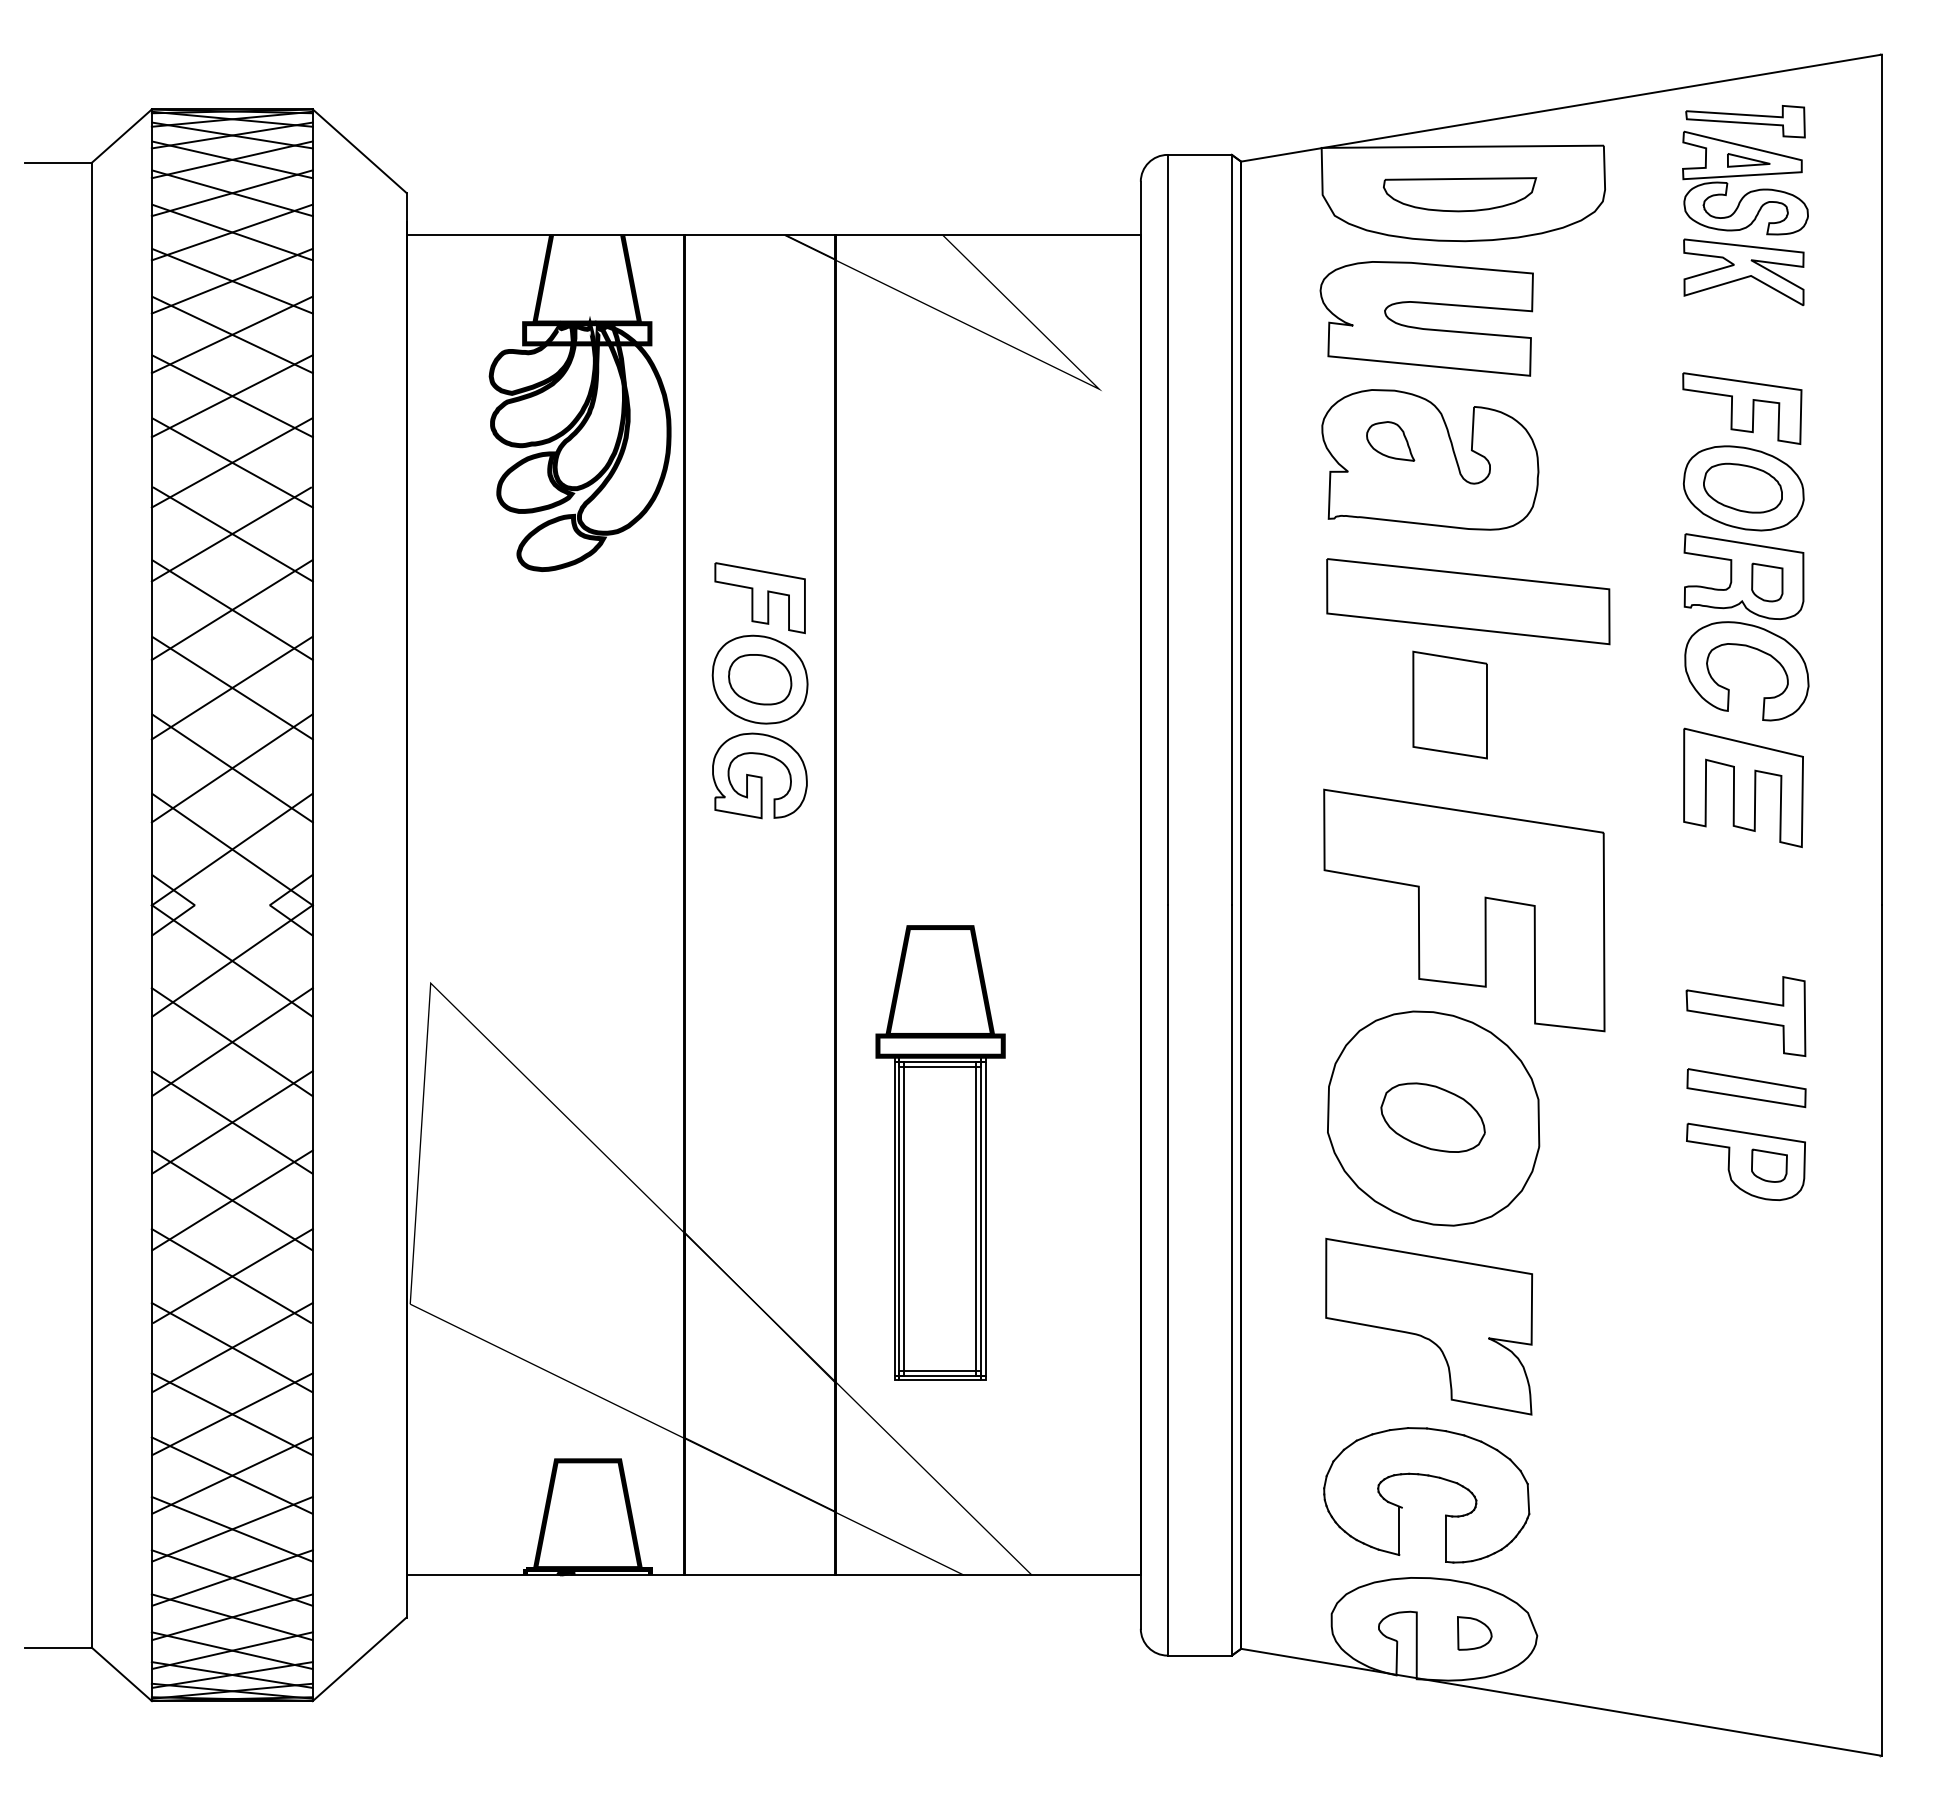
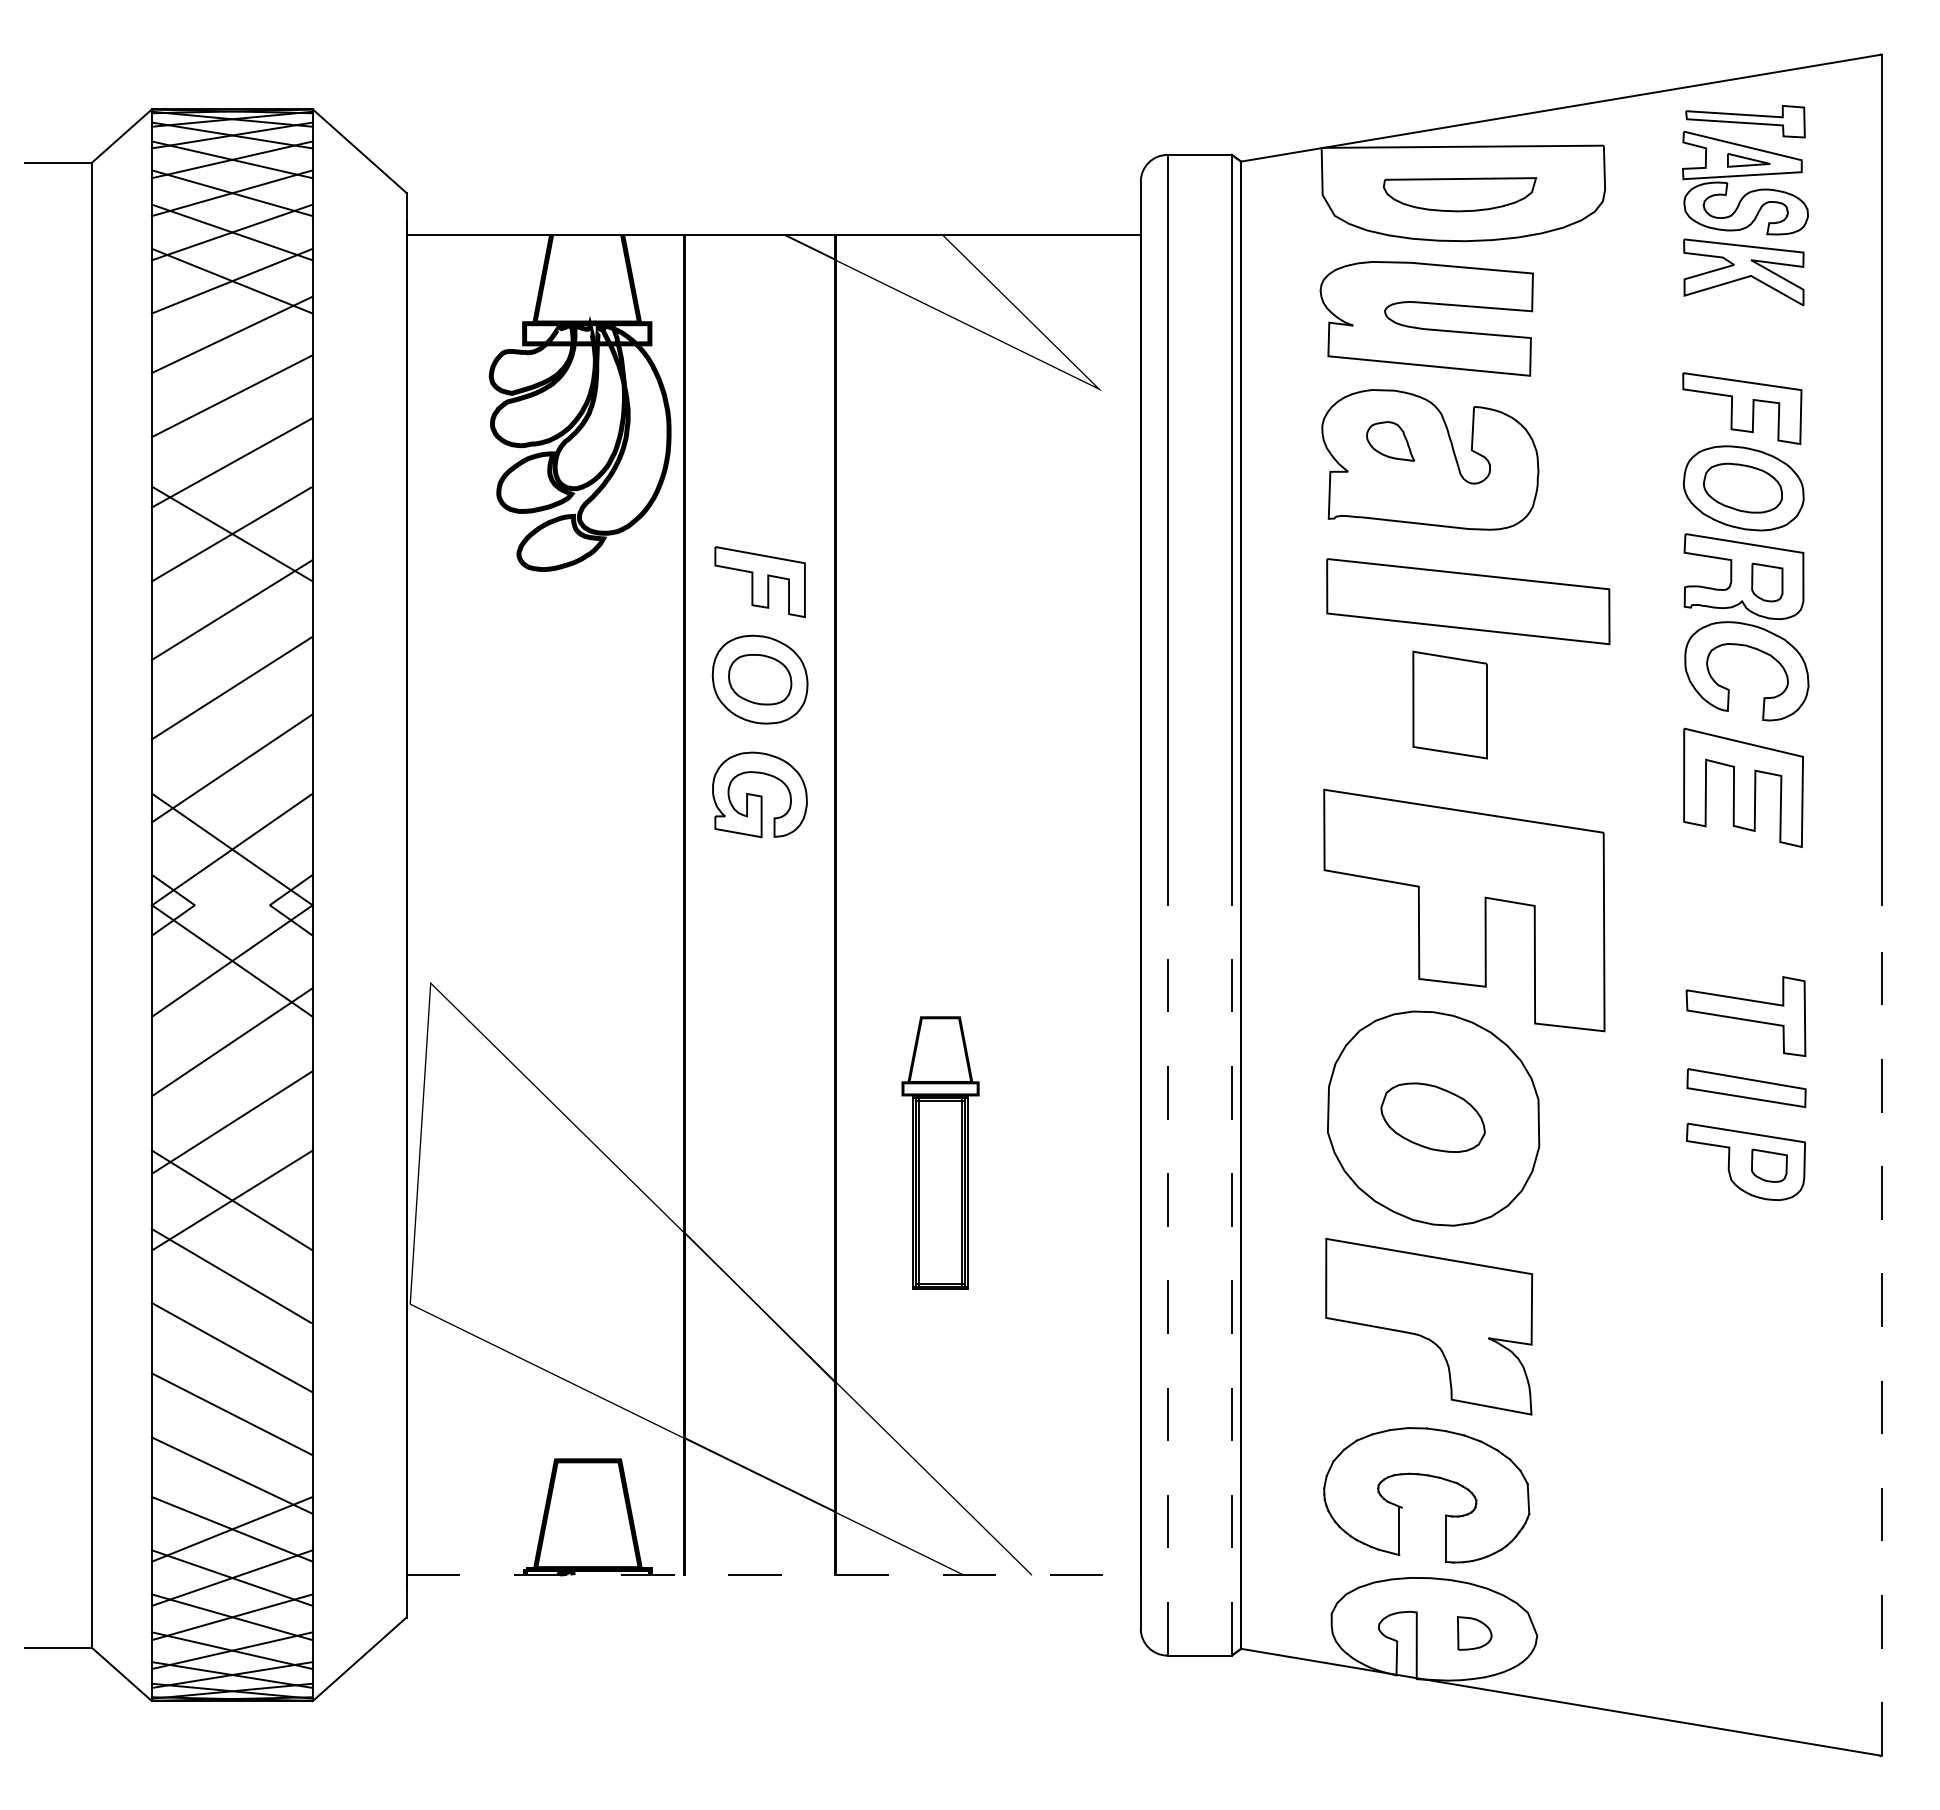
line at (232, 334): present -> none
line at (232, 396): present -> none
line at (232, 462): present -> none
part at (759, 598) position: (759, 598) -> (759, 582)
line at (232, 610): present -> none
line at (232, 687): present -> none
line at (232, 768): present -> none
part at (759, 775) position: (759, 775) -> (759, 794)
line at (231, 1042): present -> none
line at (231, 1122): present -> none
part at (940, 1152) size: 131x456 px -> 79x274 px
line at (232, 1275): present -> none
line at (1167, 1279): solid -> dashed
line at (1231, 1279): solid -> dashed
line at (1881, 1330): solid -> dashed
line at (232, 1347): present -> none
line at (232, 1414): present -> none
line at (232, 1475): present -> none
line at (774, 1575): solid -> dashed
